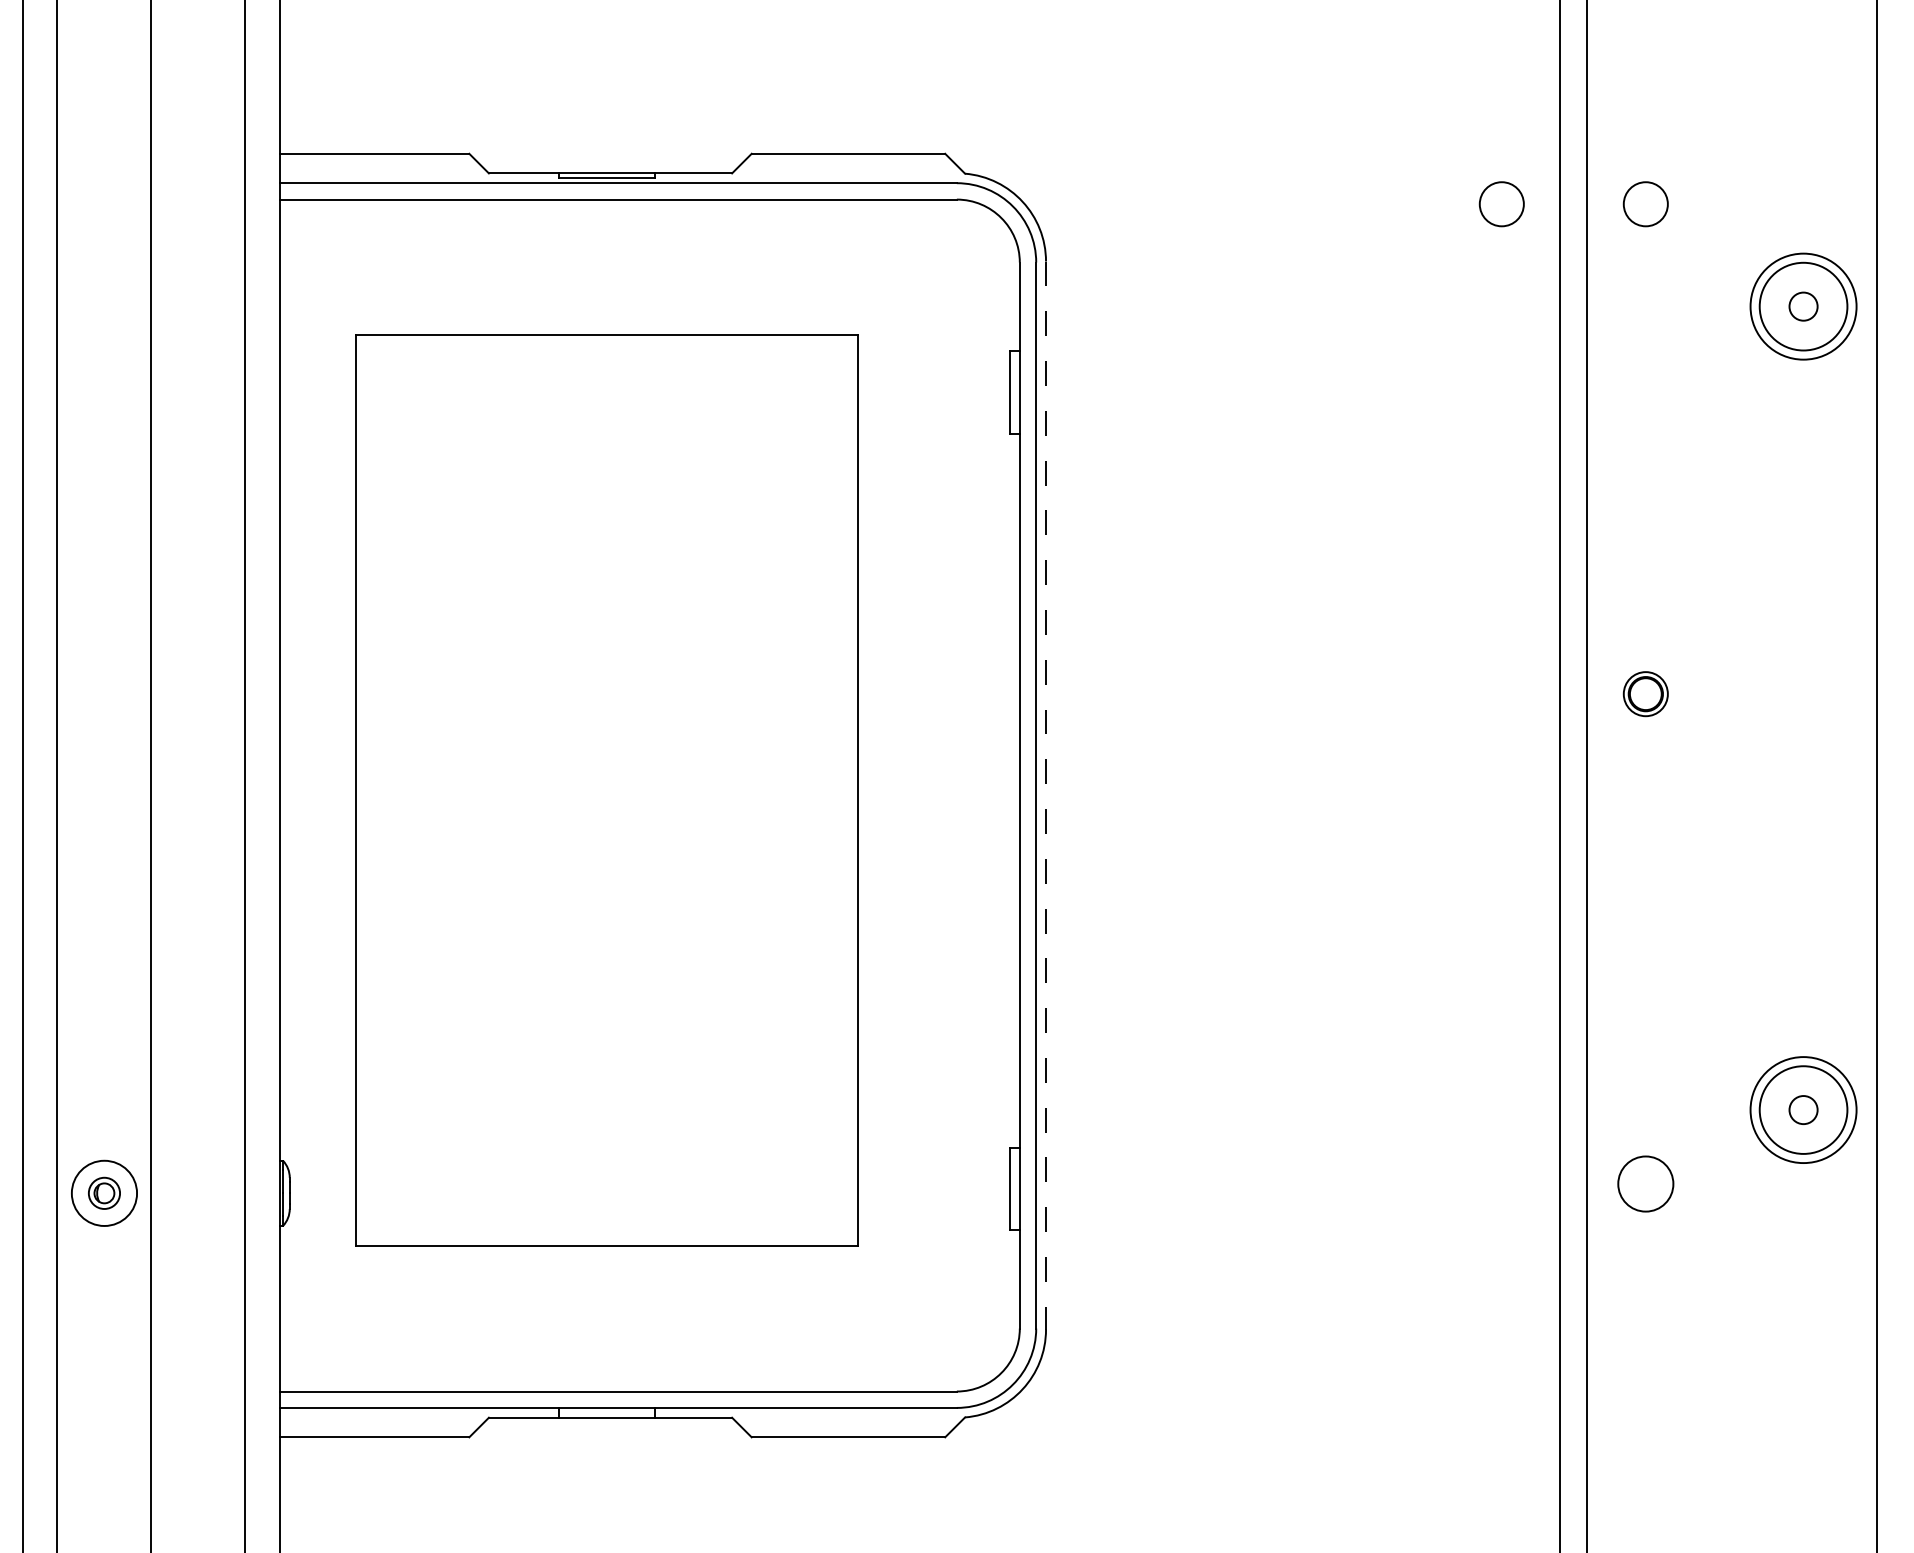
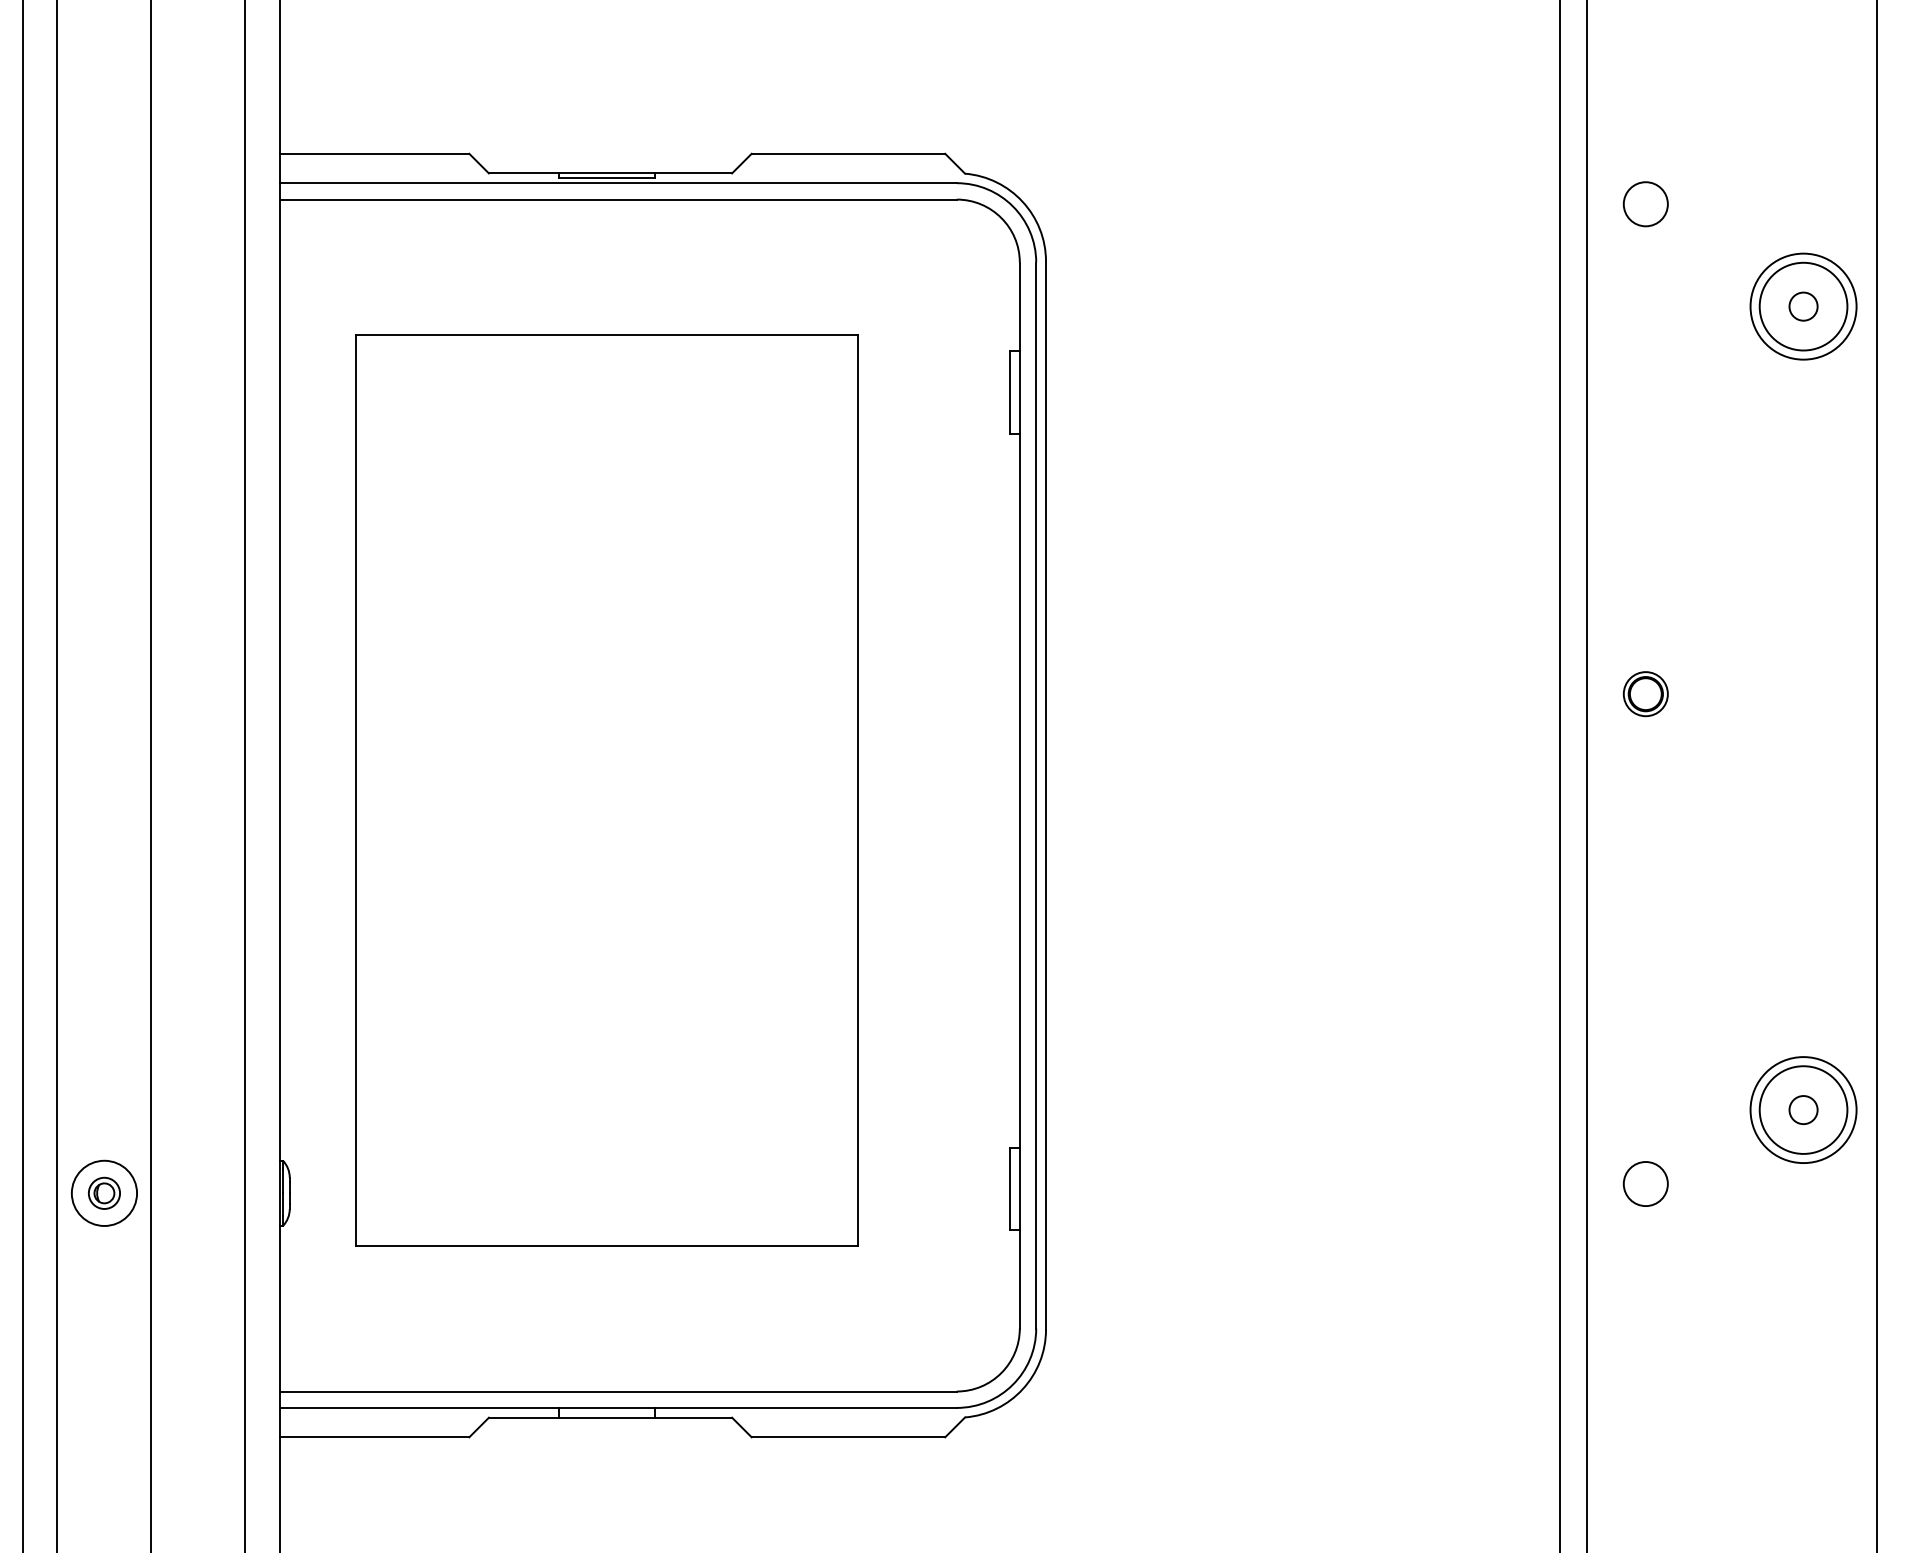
circle at (1501, 204): present -> none
line at (1046, 795): dashed -> solid
circle at (1645, 1183) diameter: 55 px -> 44 px
